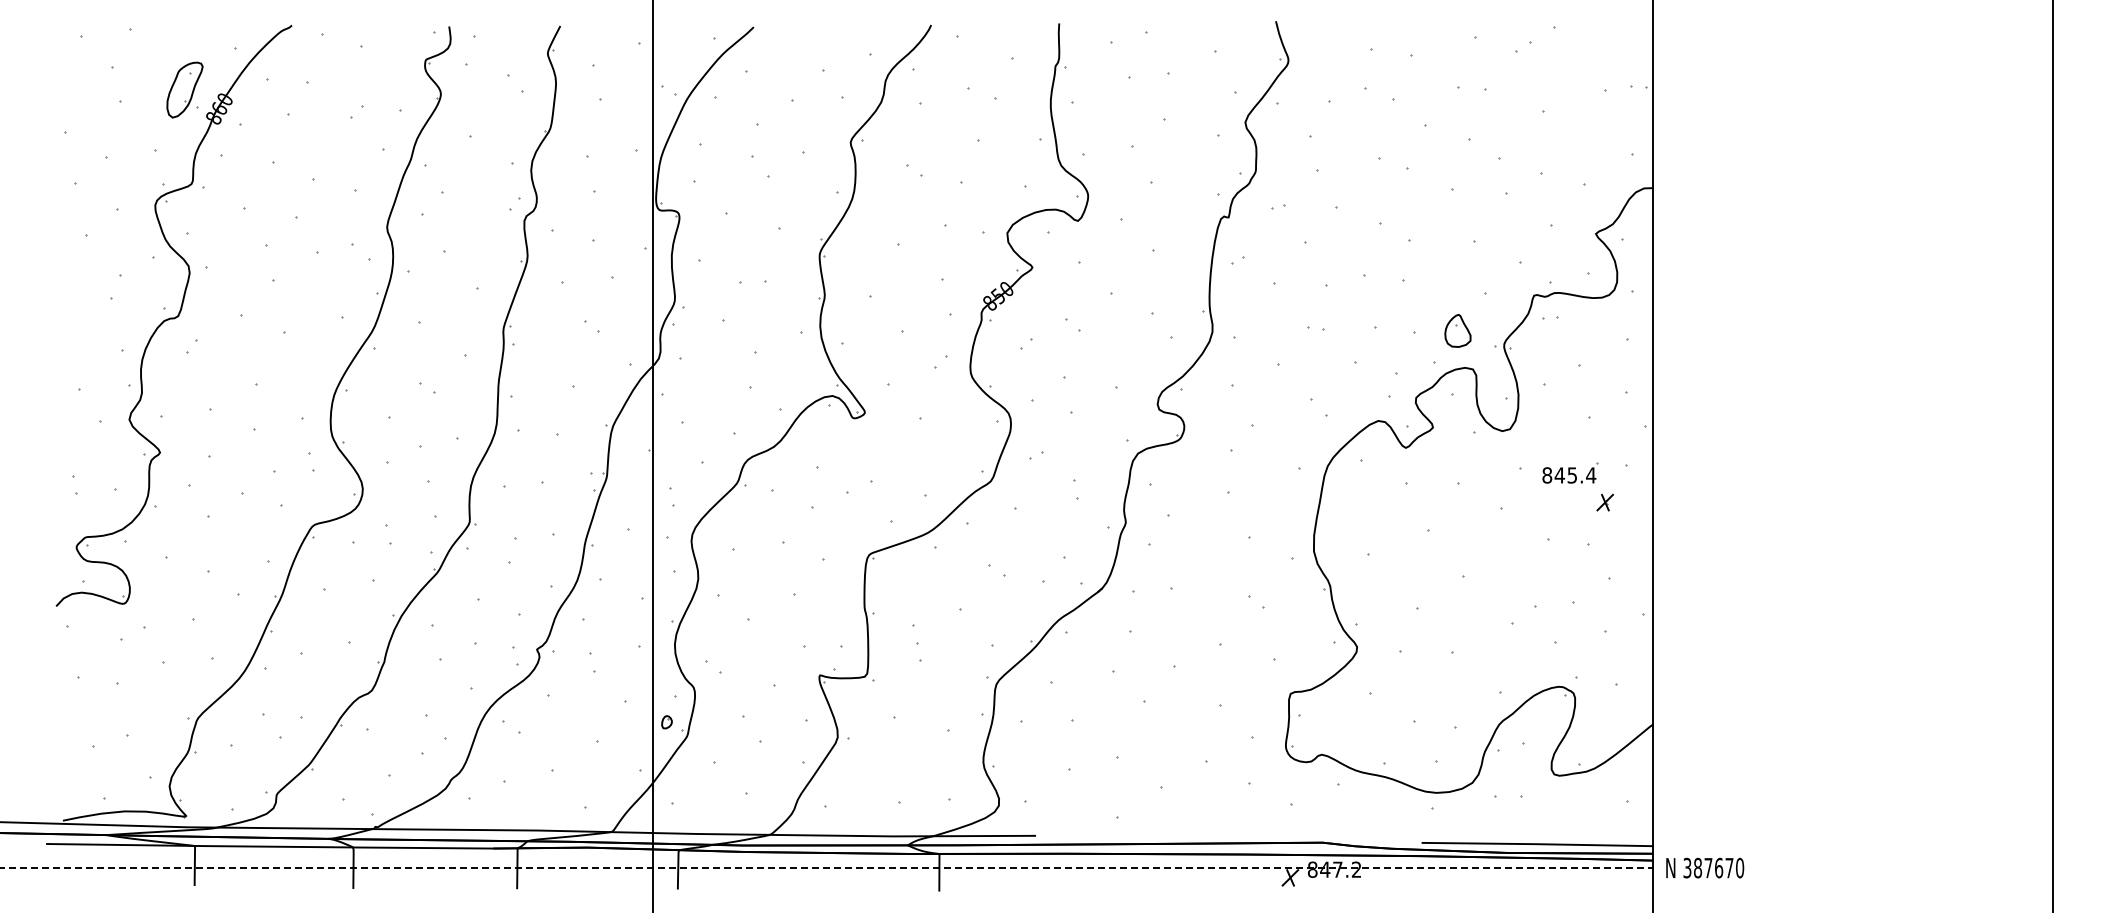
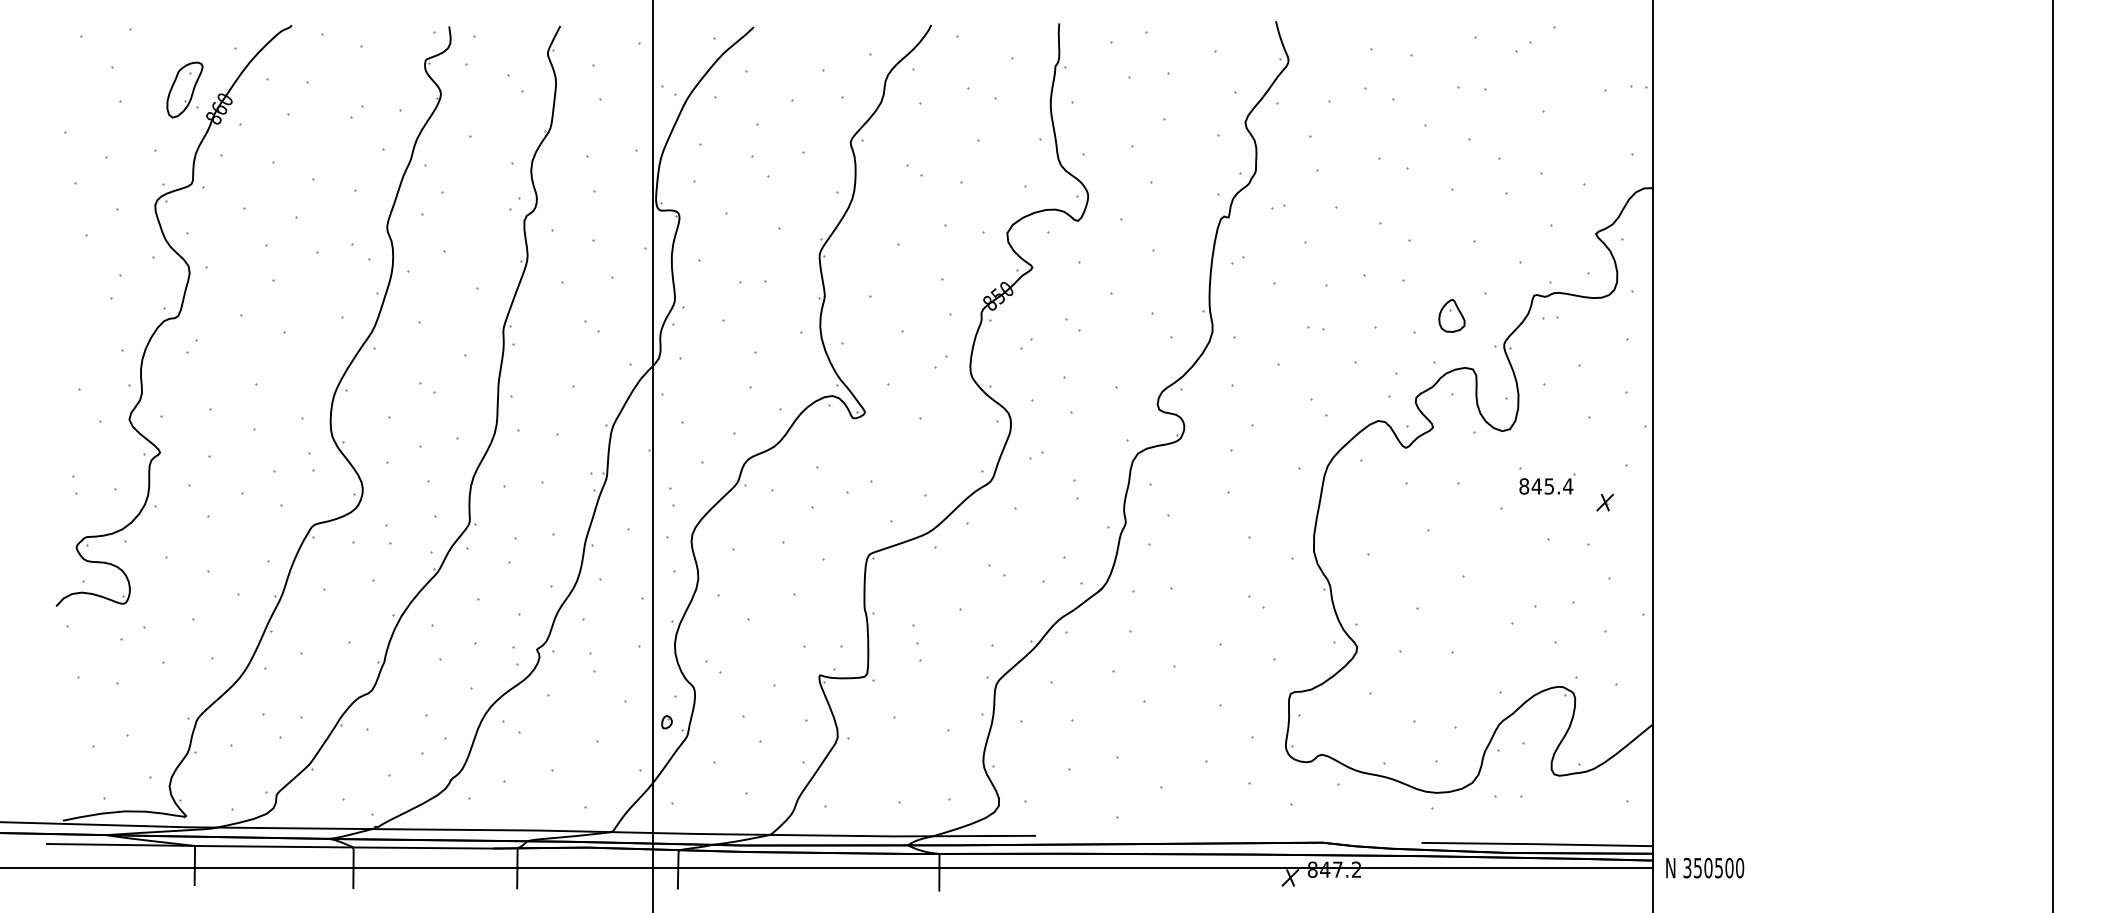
part at (1457, 330) position: (1457, 330) -> (1451, 315)
part at (1570, 472) position: (1570, 472) -> (1547, 483)
text at (1713, 867): 387670 -> 350500
line at (826, 868): dashed -> solid
